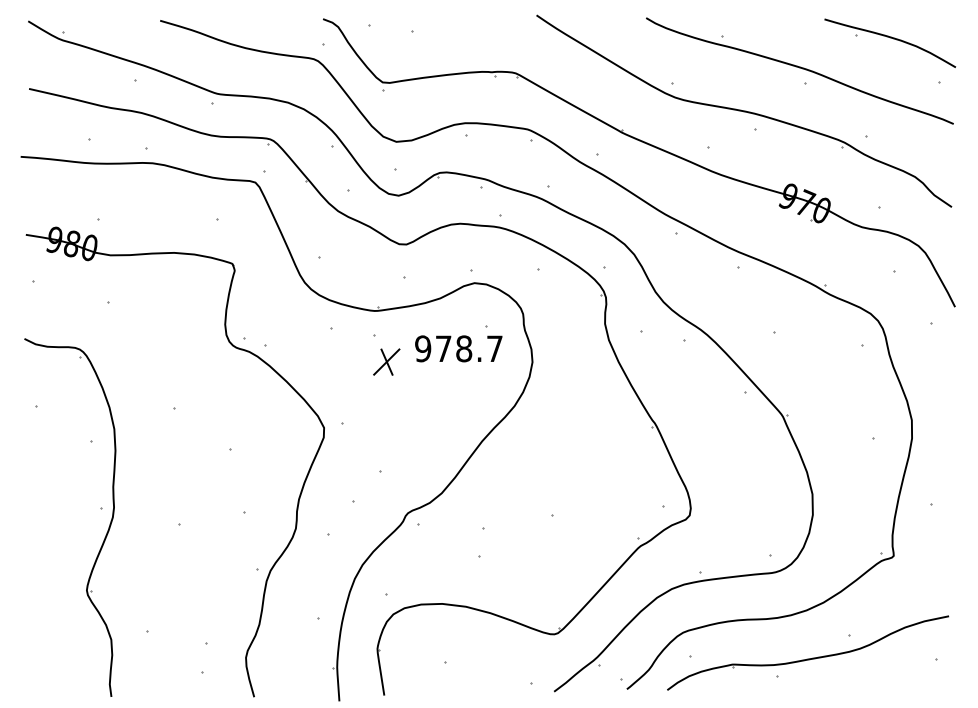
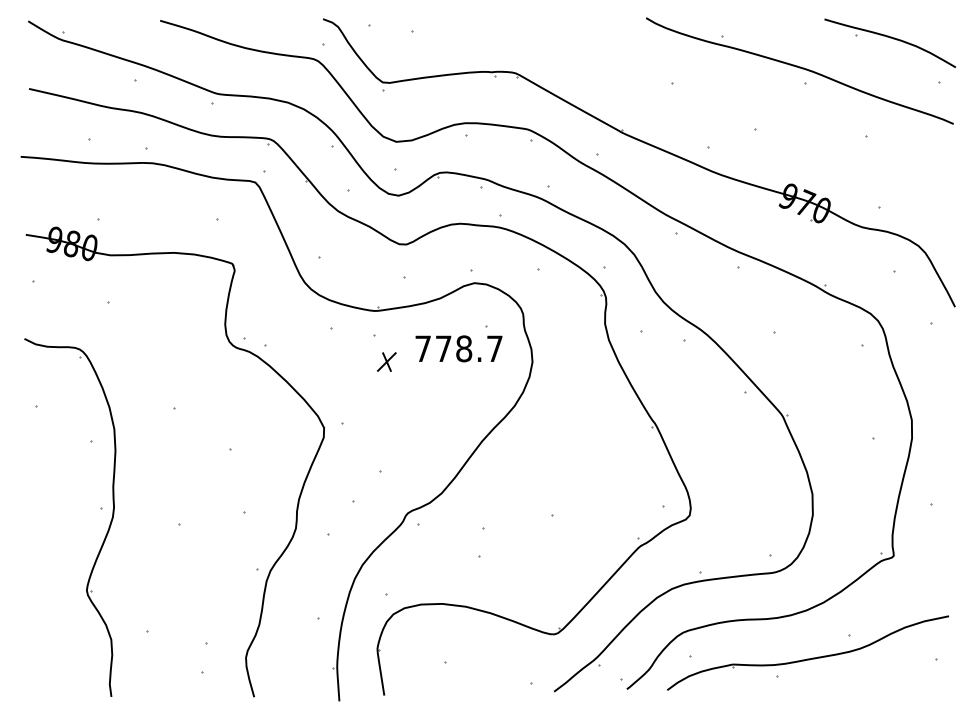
part at (744, 110): present -> none
text at (423, 348): 978.7 -> 778.7
part at (386, 361) size: 28x28 px -> 20x20 px
